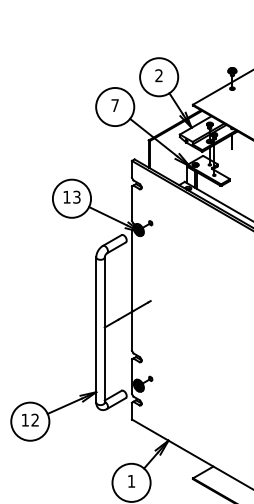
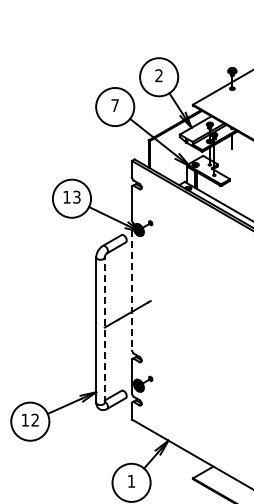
line at (131, 290): solid -> dashed
line at (104, 330): solid -> dashed
